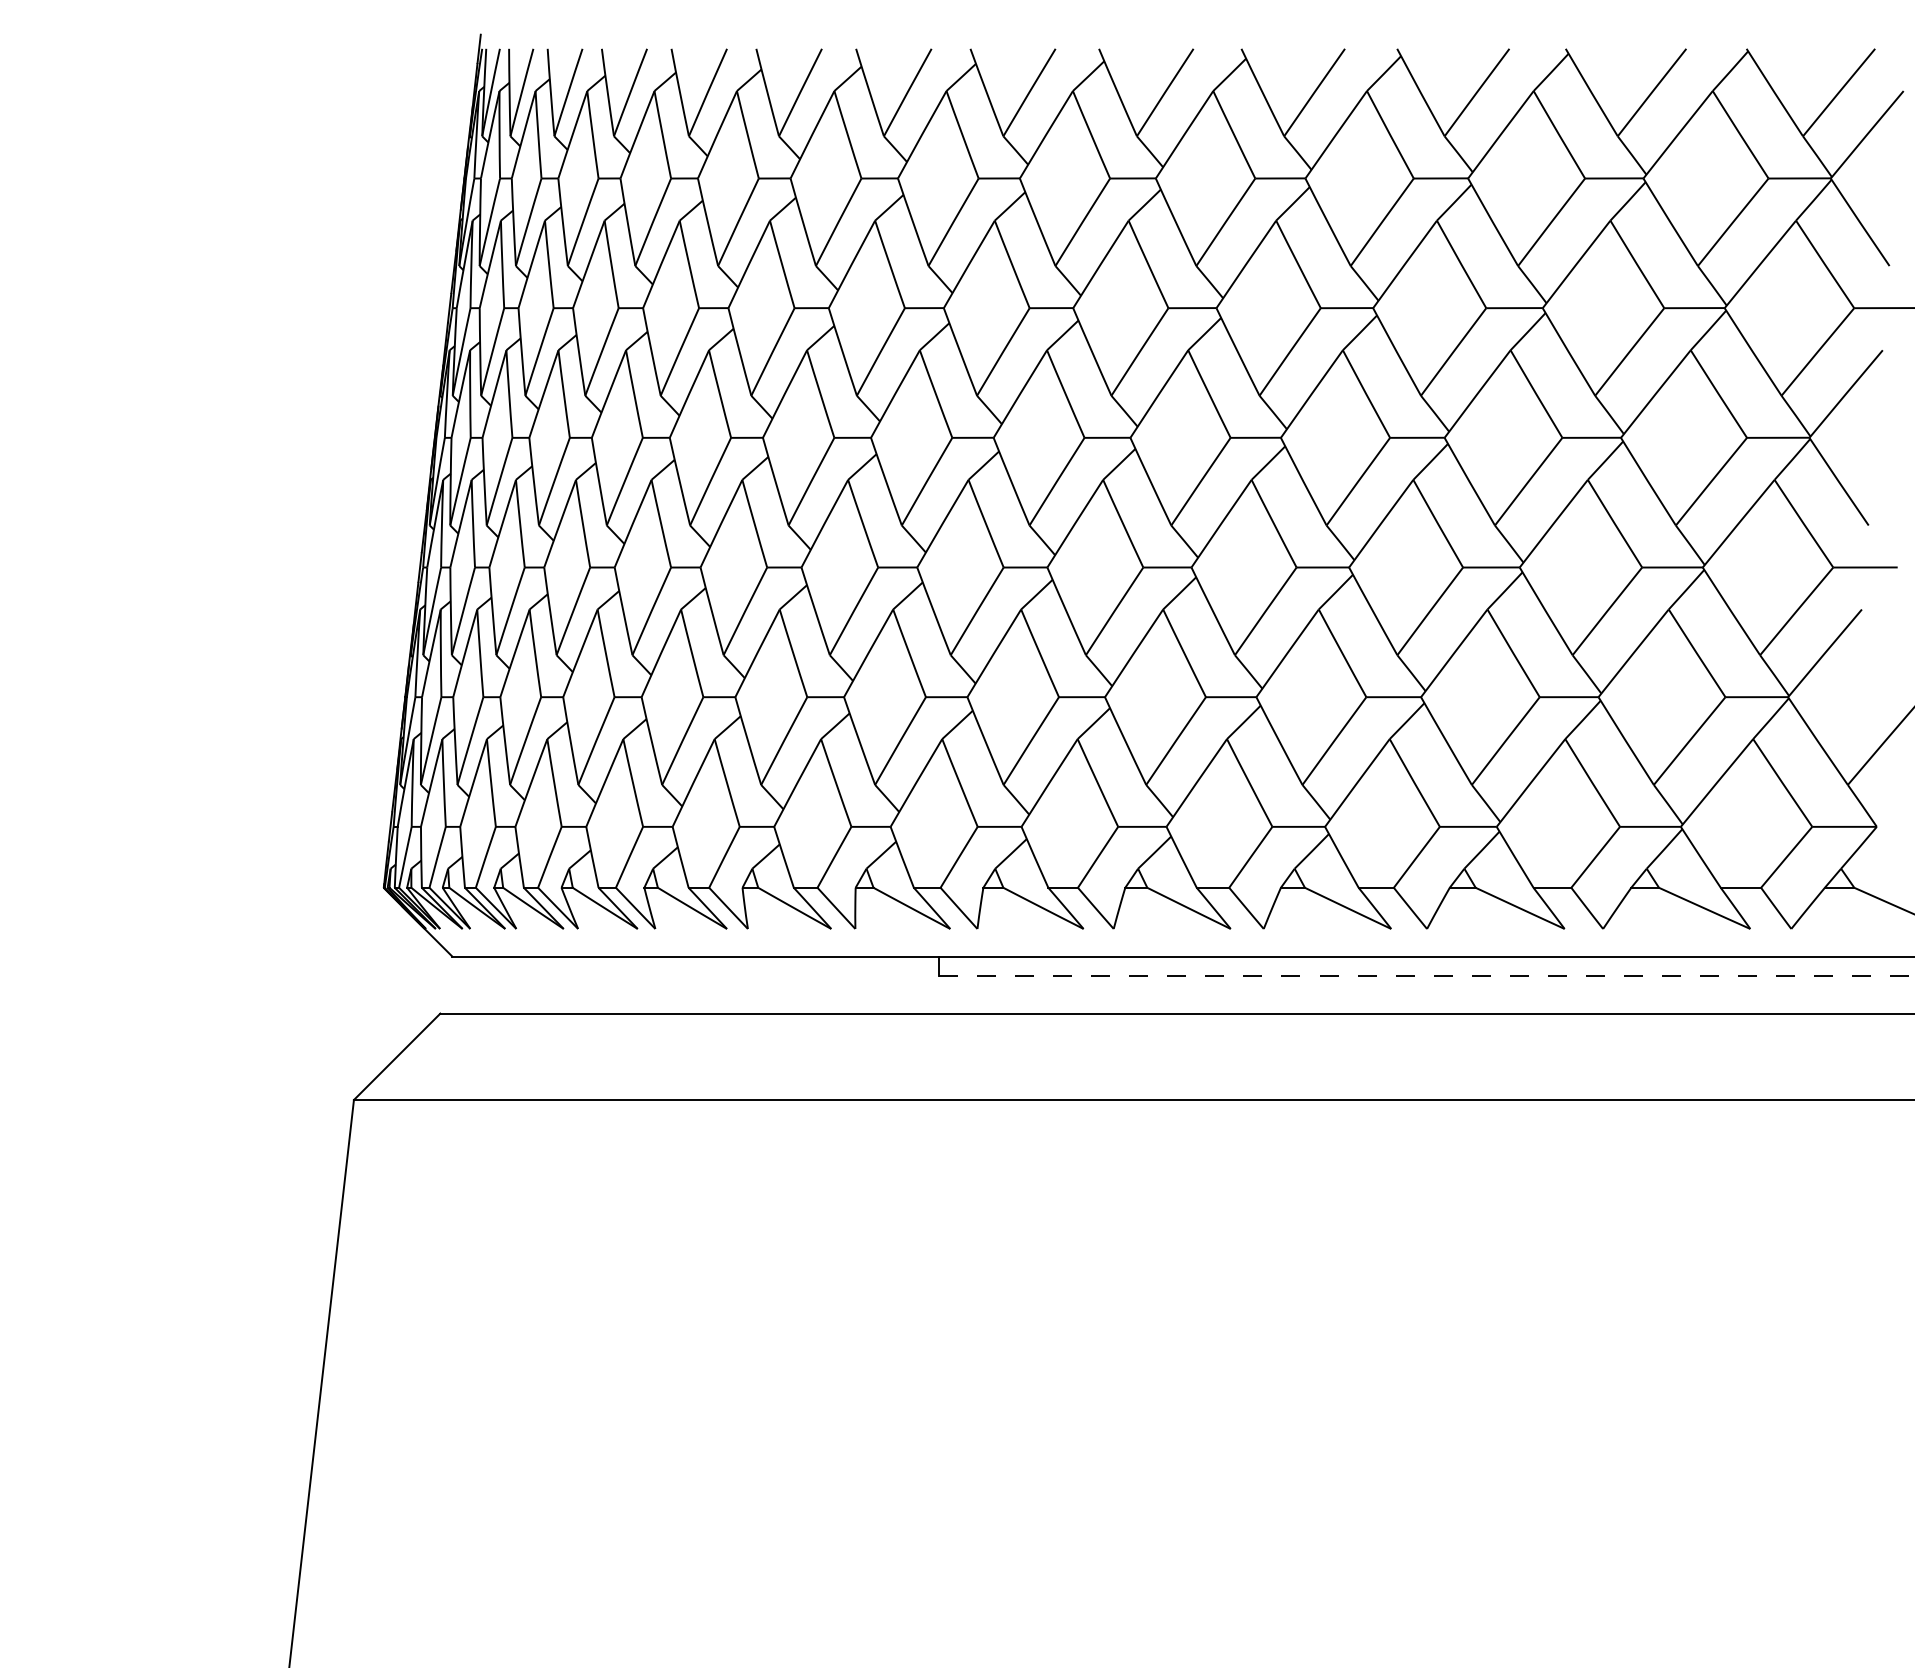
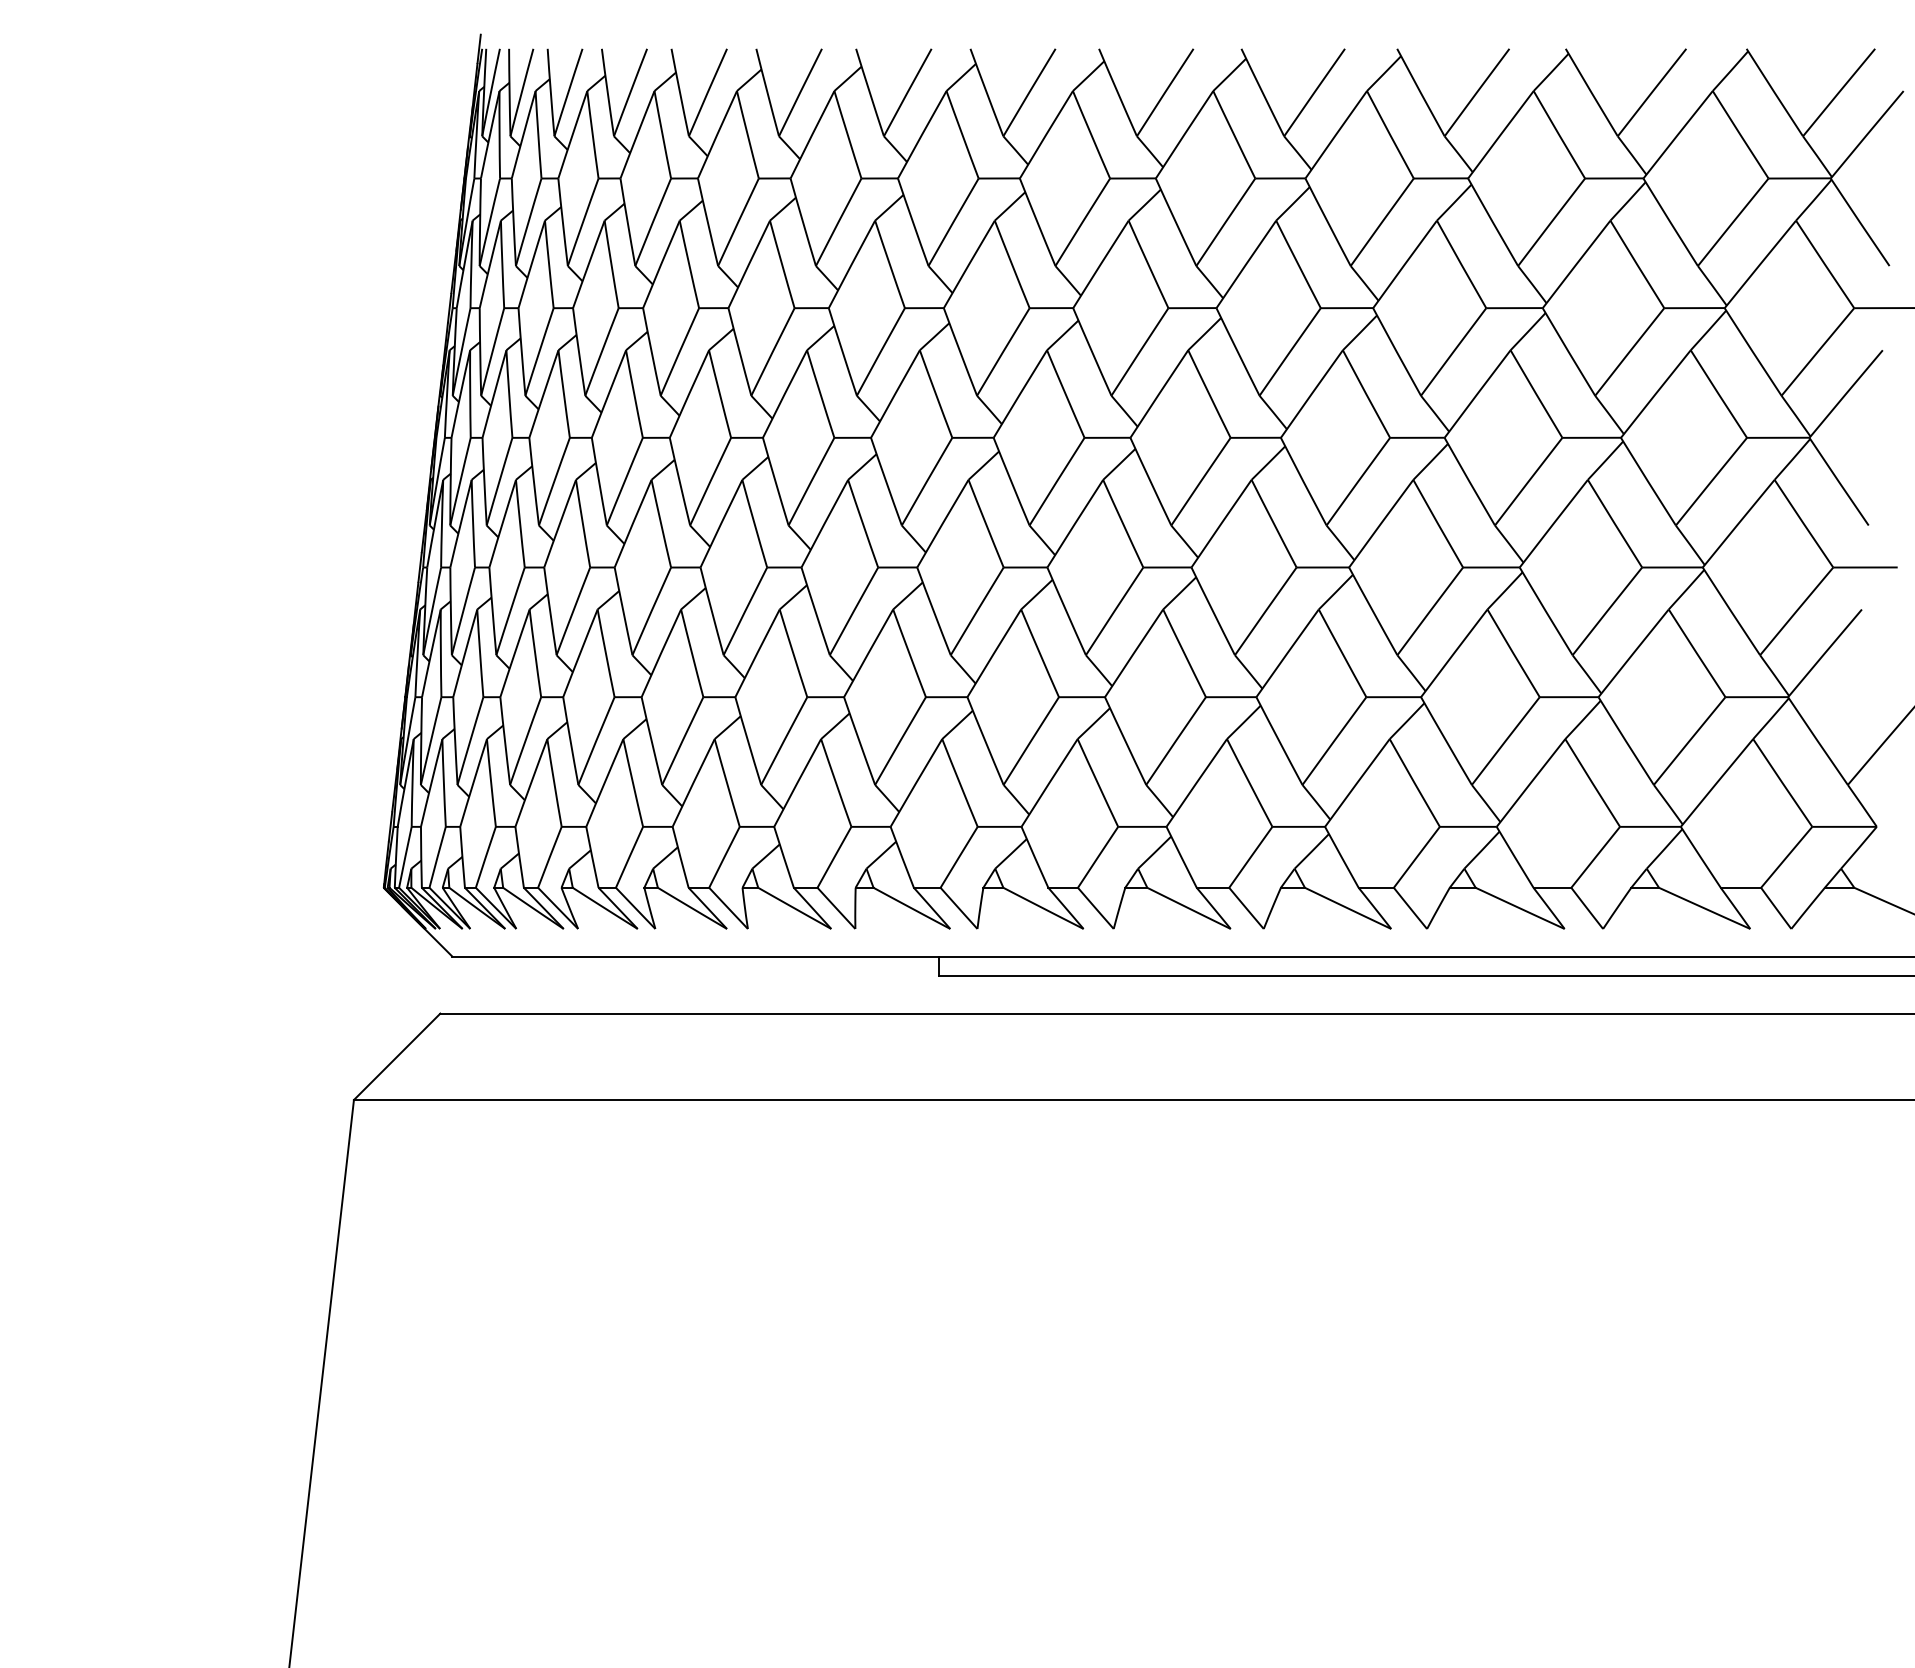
line at (1426, 975): dashed -> solid
